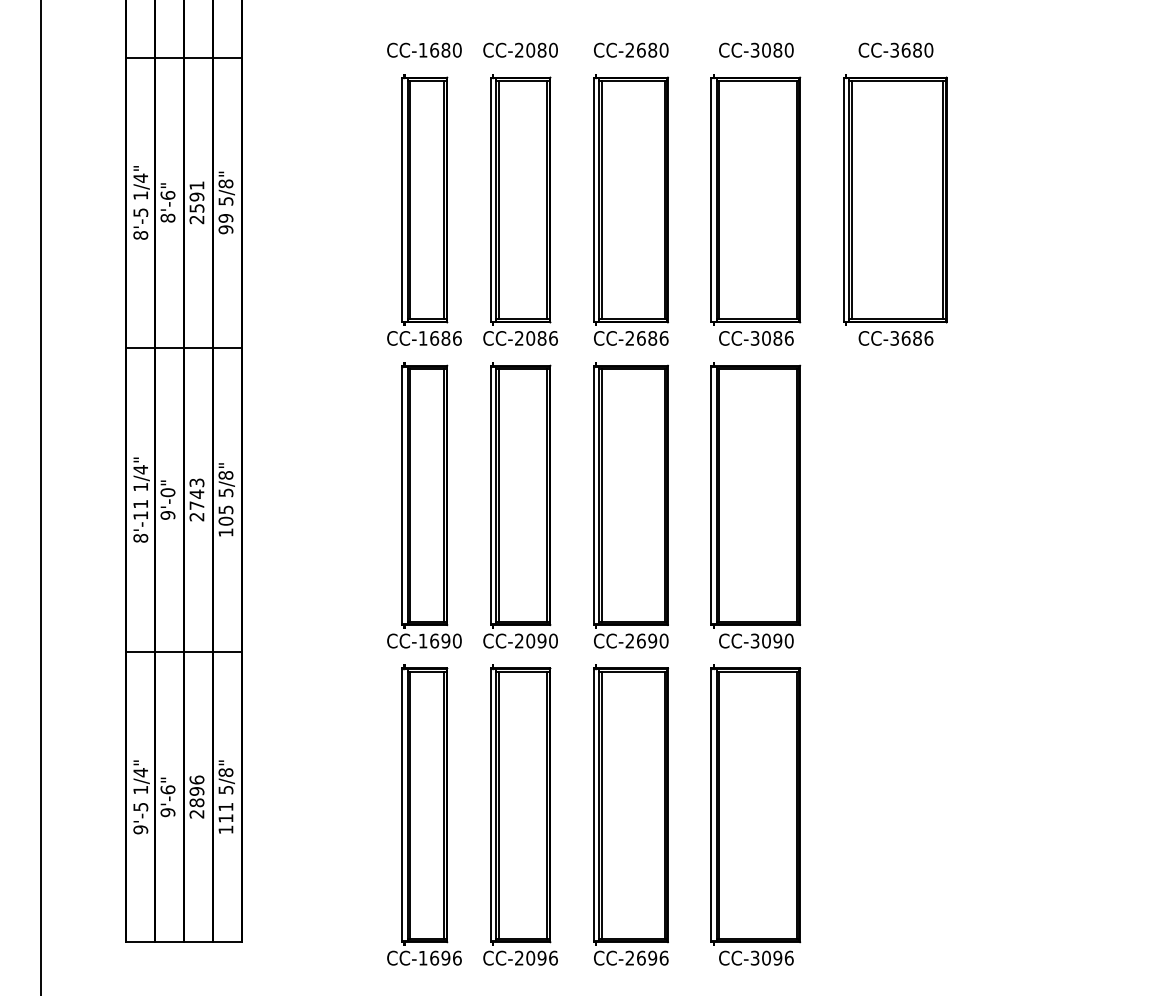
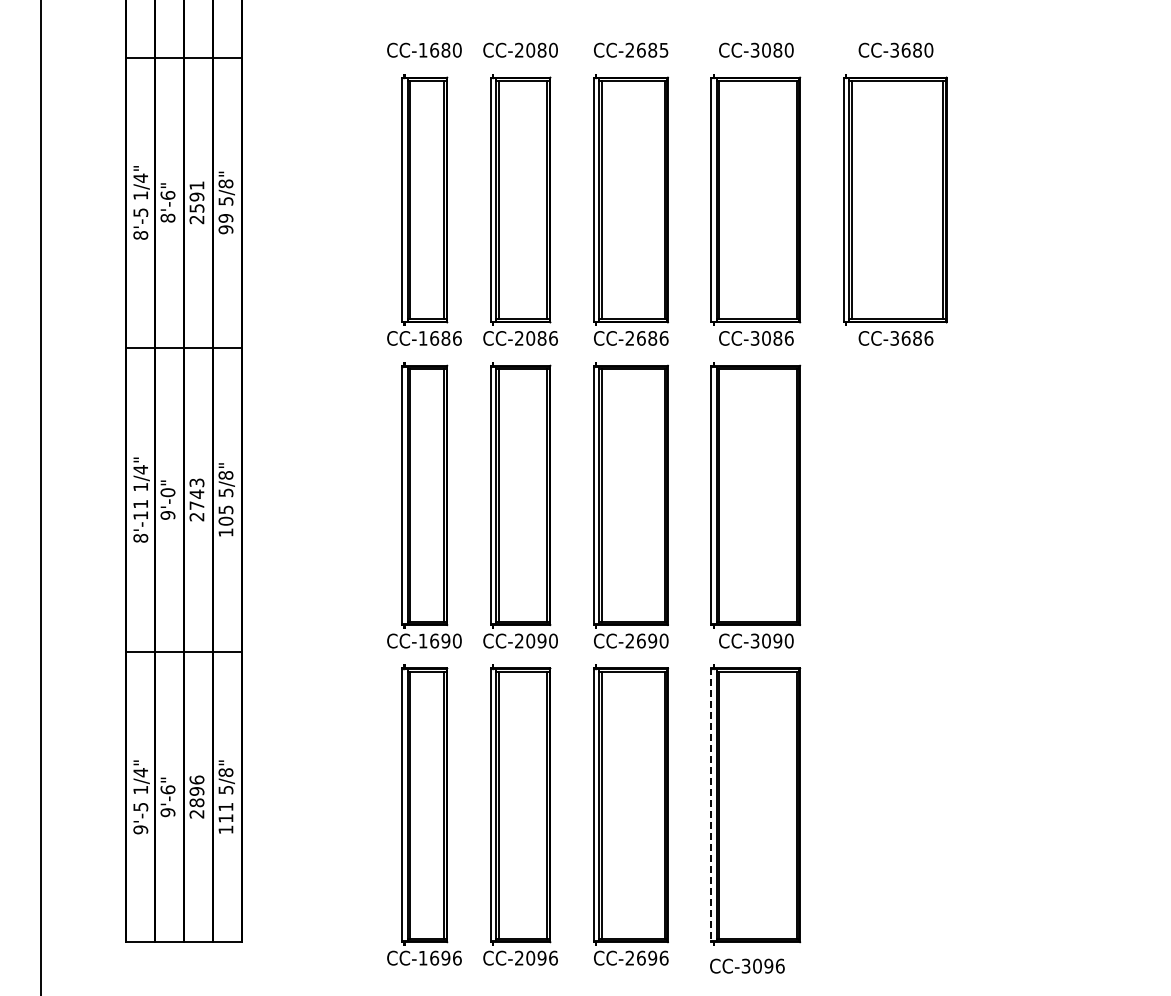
text at (663, 49): CC-2680 -> CC-2685
line at (711, 805): solid -> dashed
text at (756, 957) position: (756, 957) -> (747, 965)
